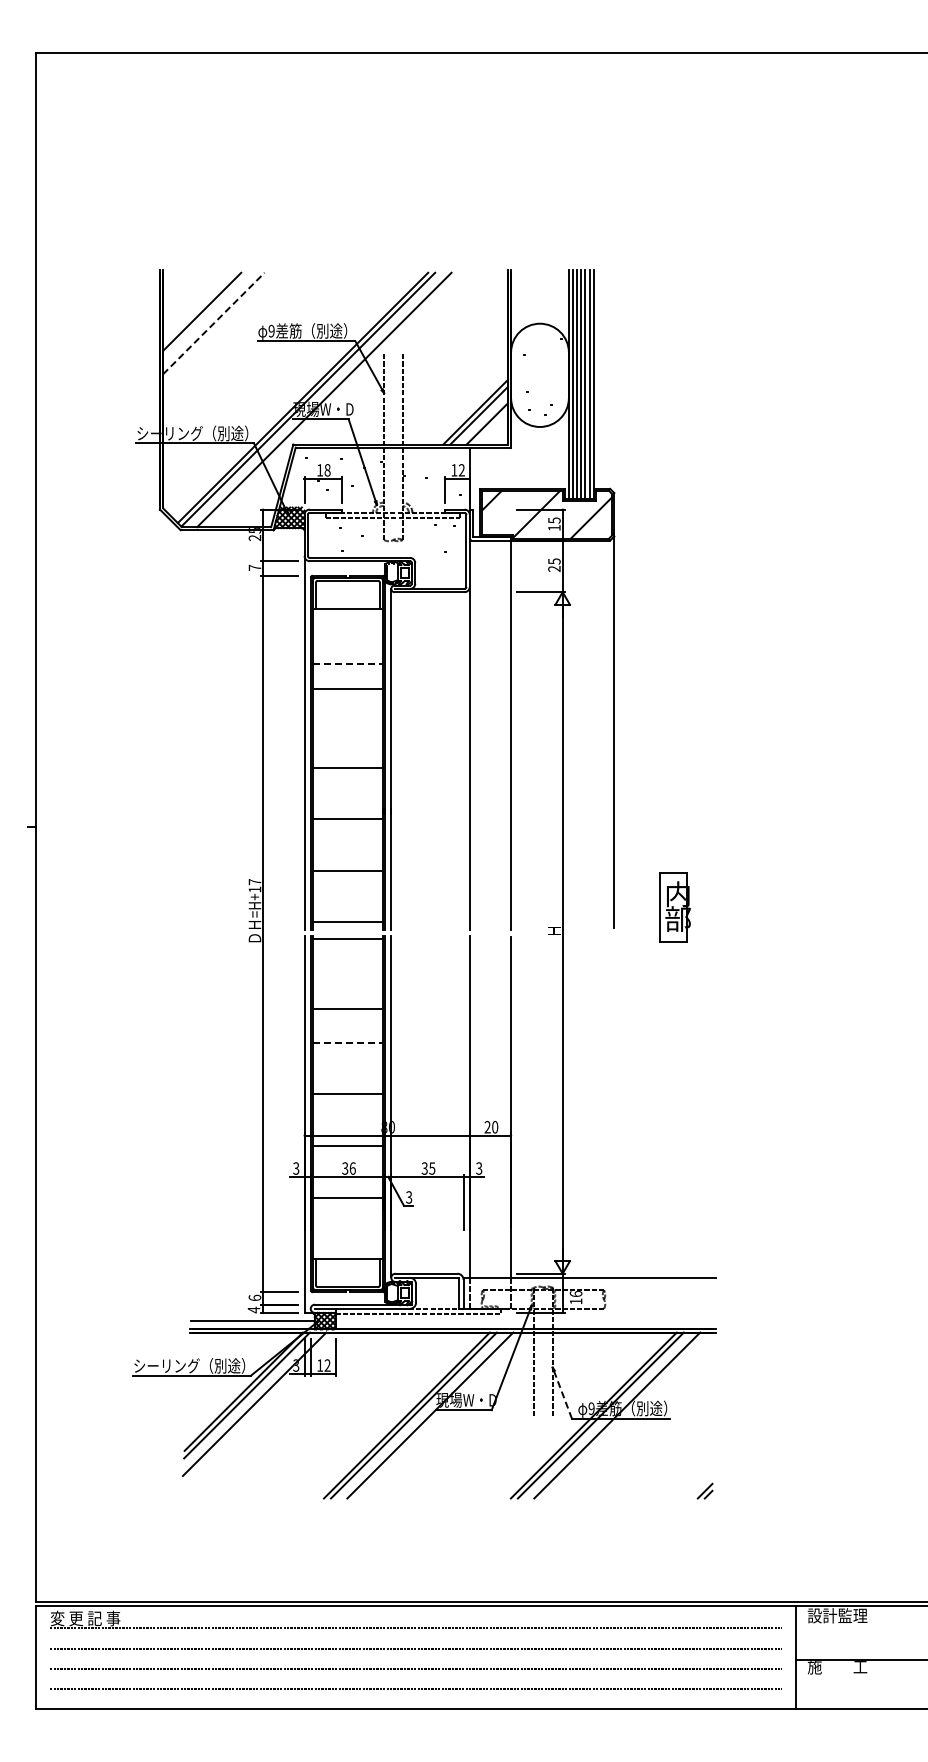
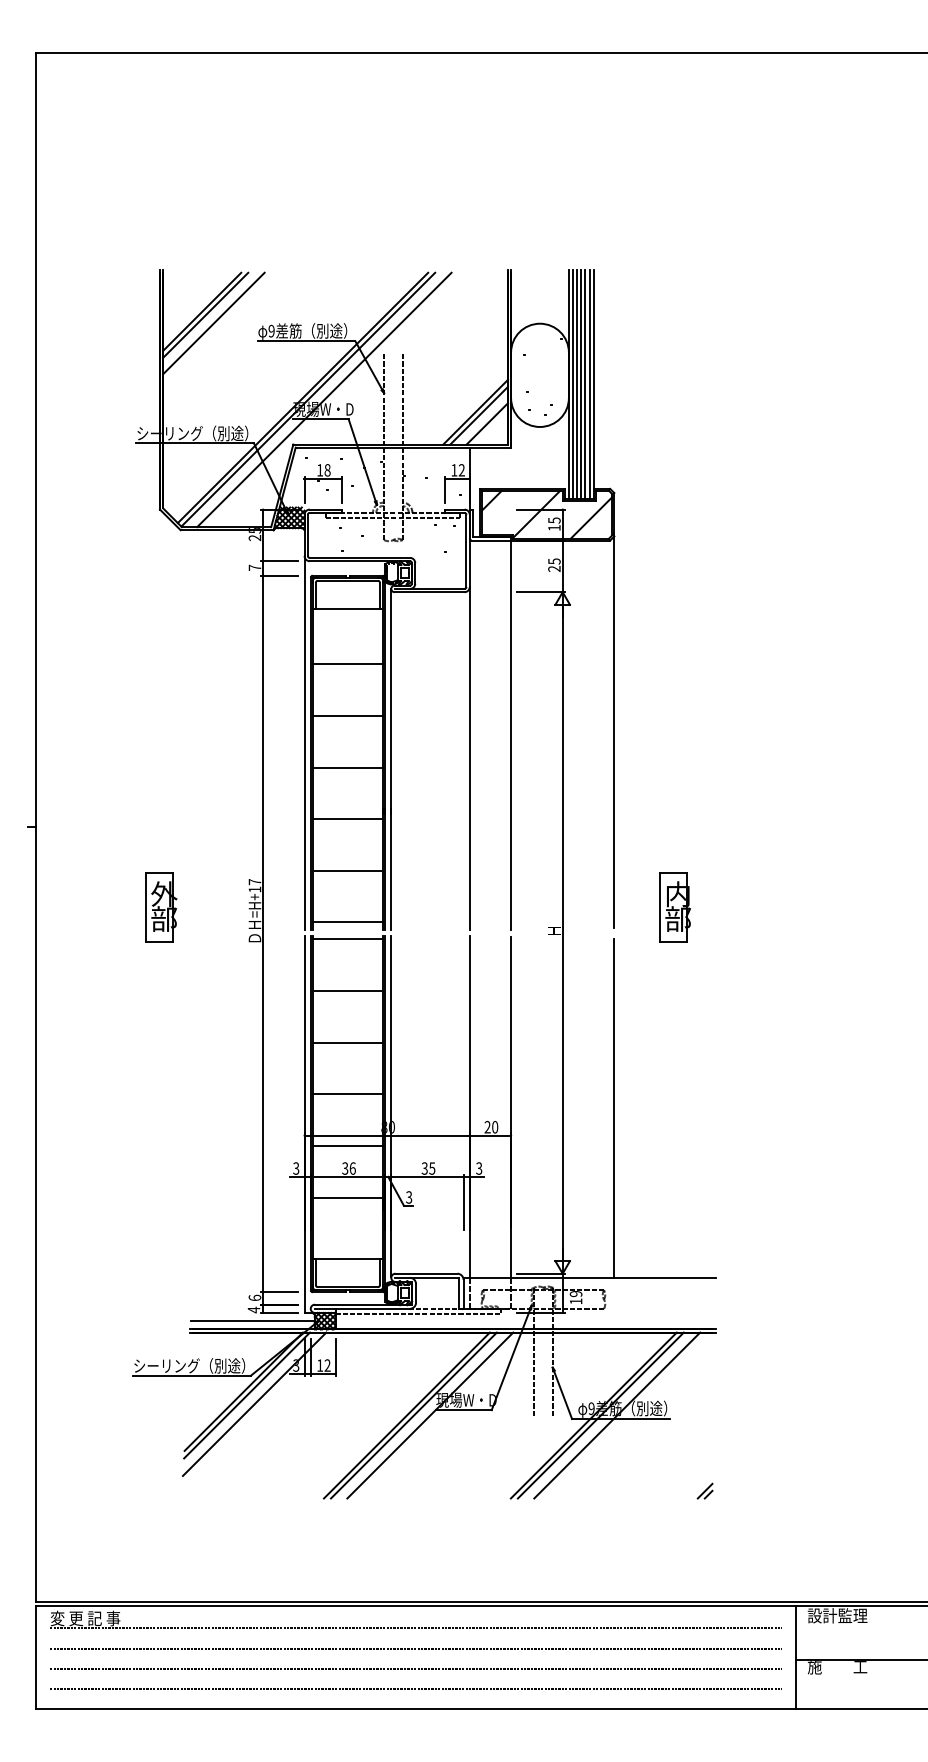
line at (205, 314): none -> present
line at (213, 323): dashed -> solid
line at (348, 664): dashed -> solid
line at (347, 688) position: (347, 688) -> (347, 715)
part at (161, 907): none -> present
line at (347, 1008) position: (347, 1008) -> (347, 990)
line at (348, 1042): dashed -> solid
line at (614, 1108): none -> present
text at (575, 1294): 16 -> 19
line at (563, 1395): dashed -> solid
